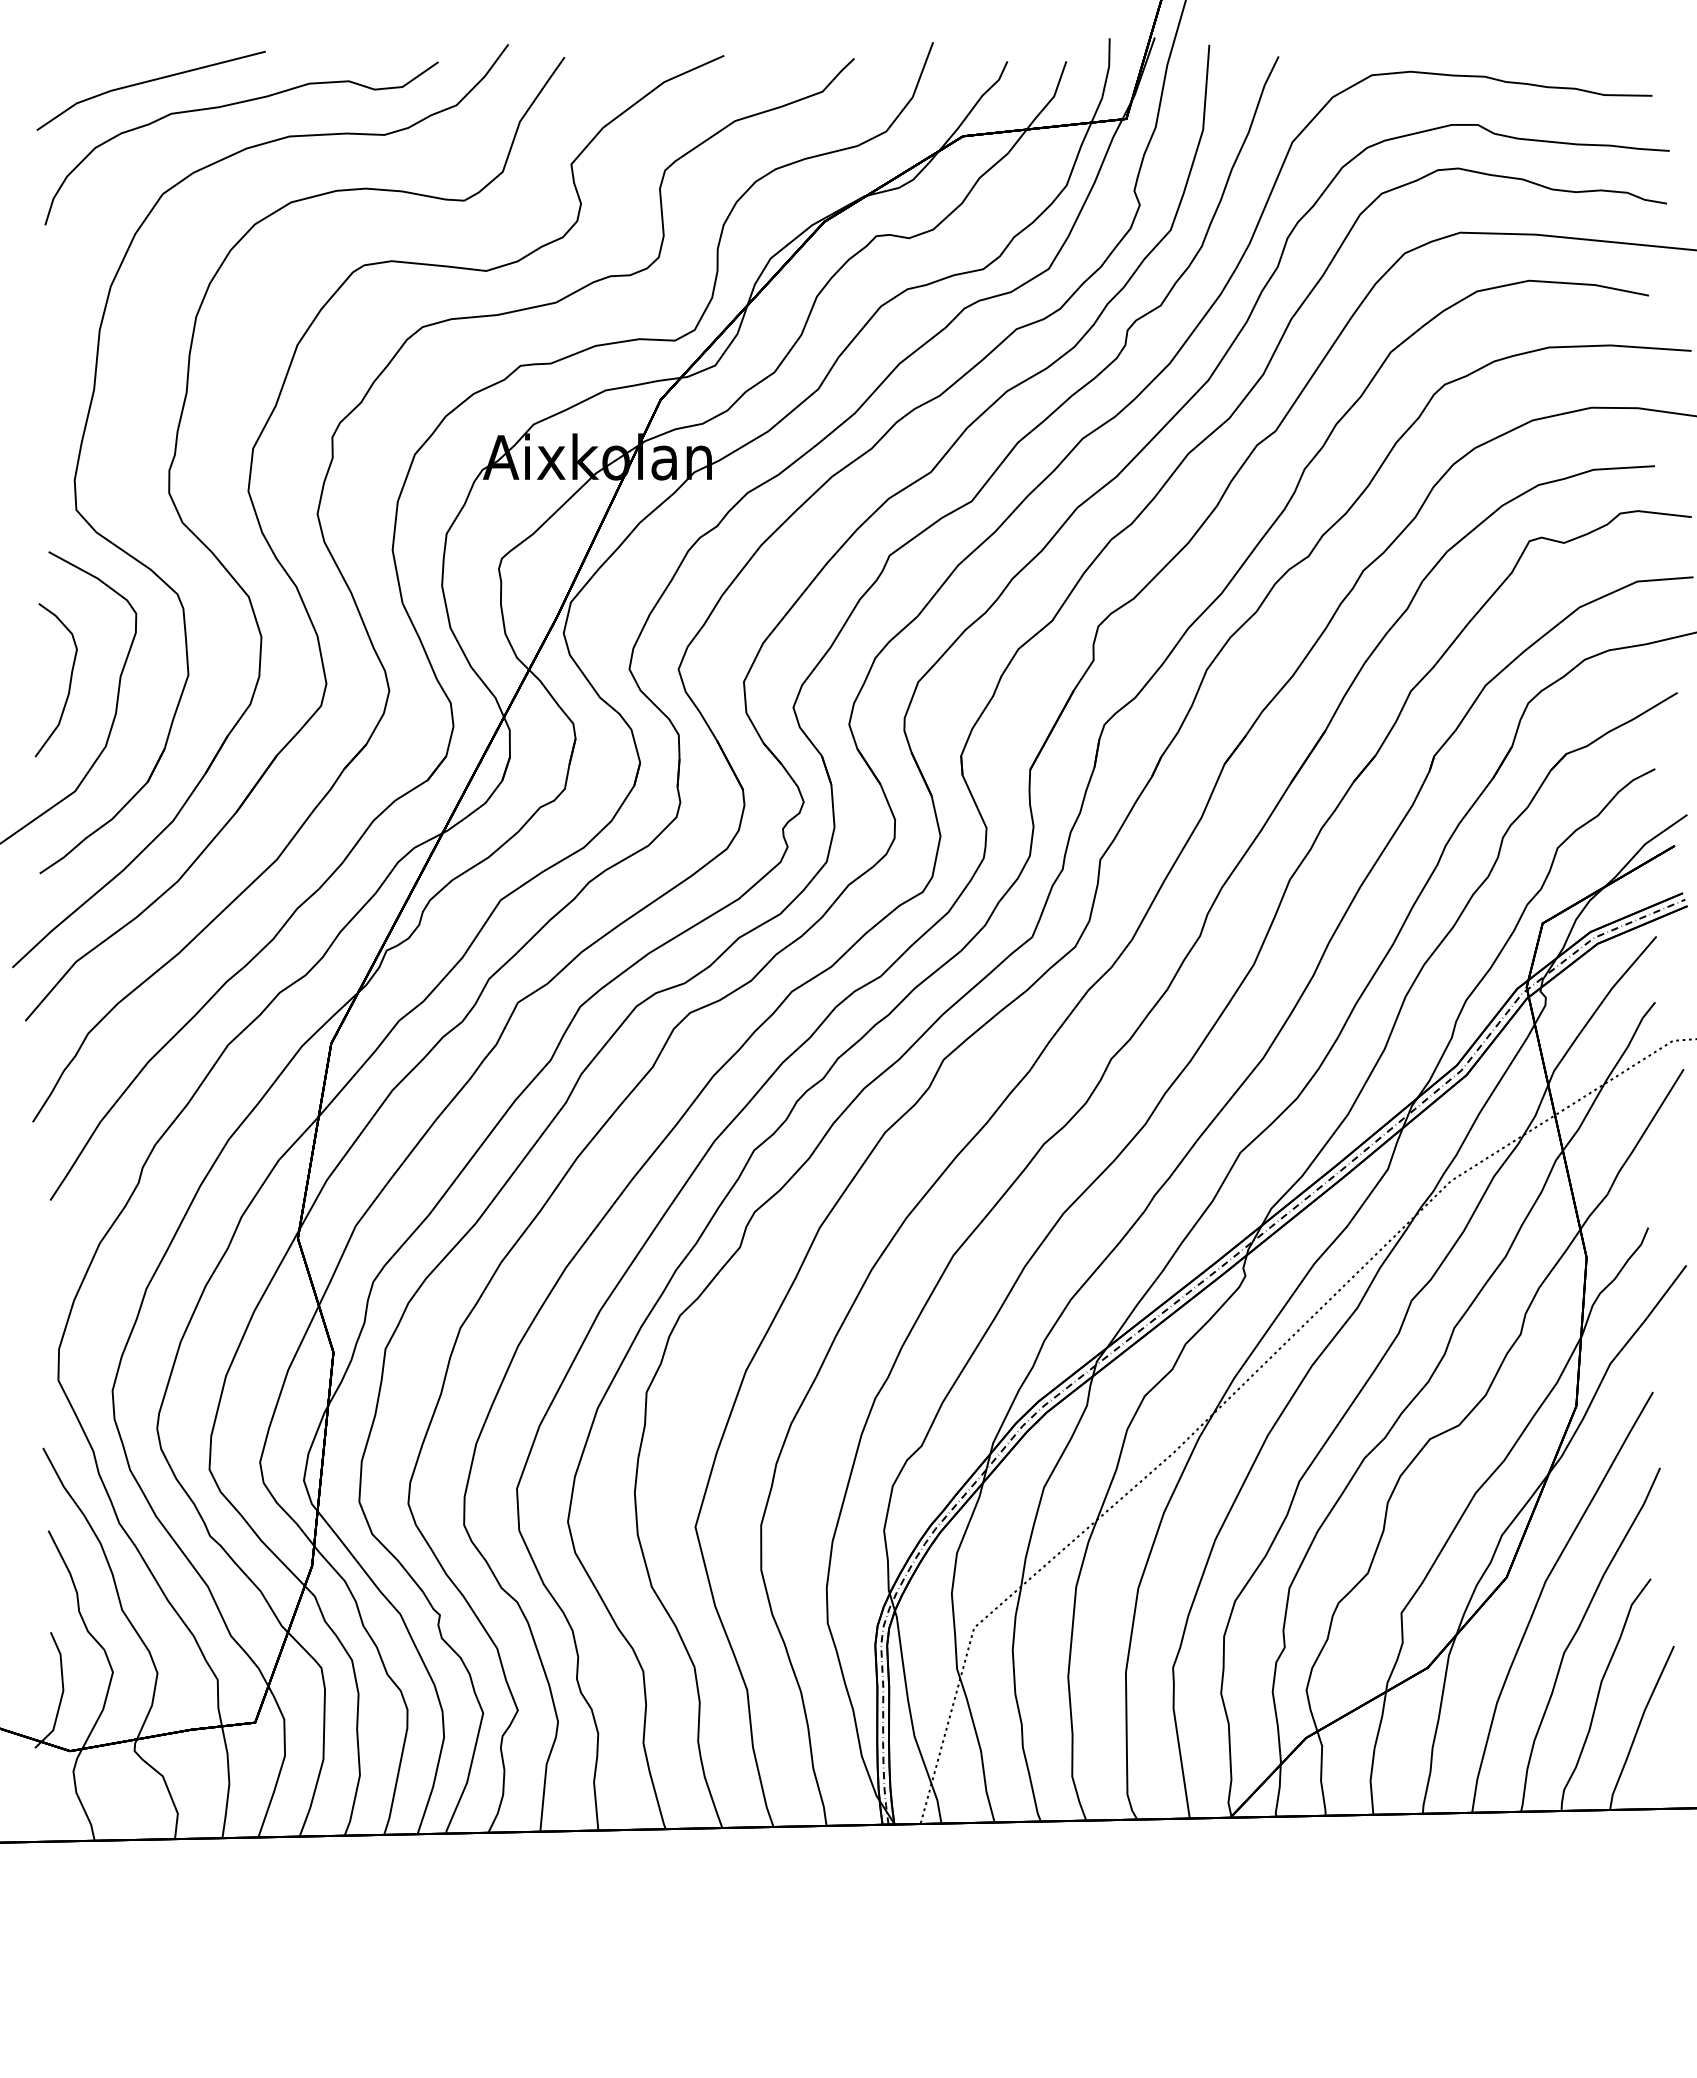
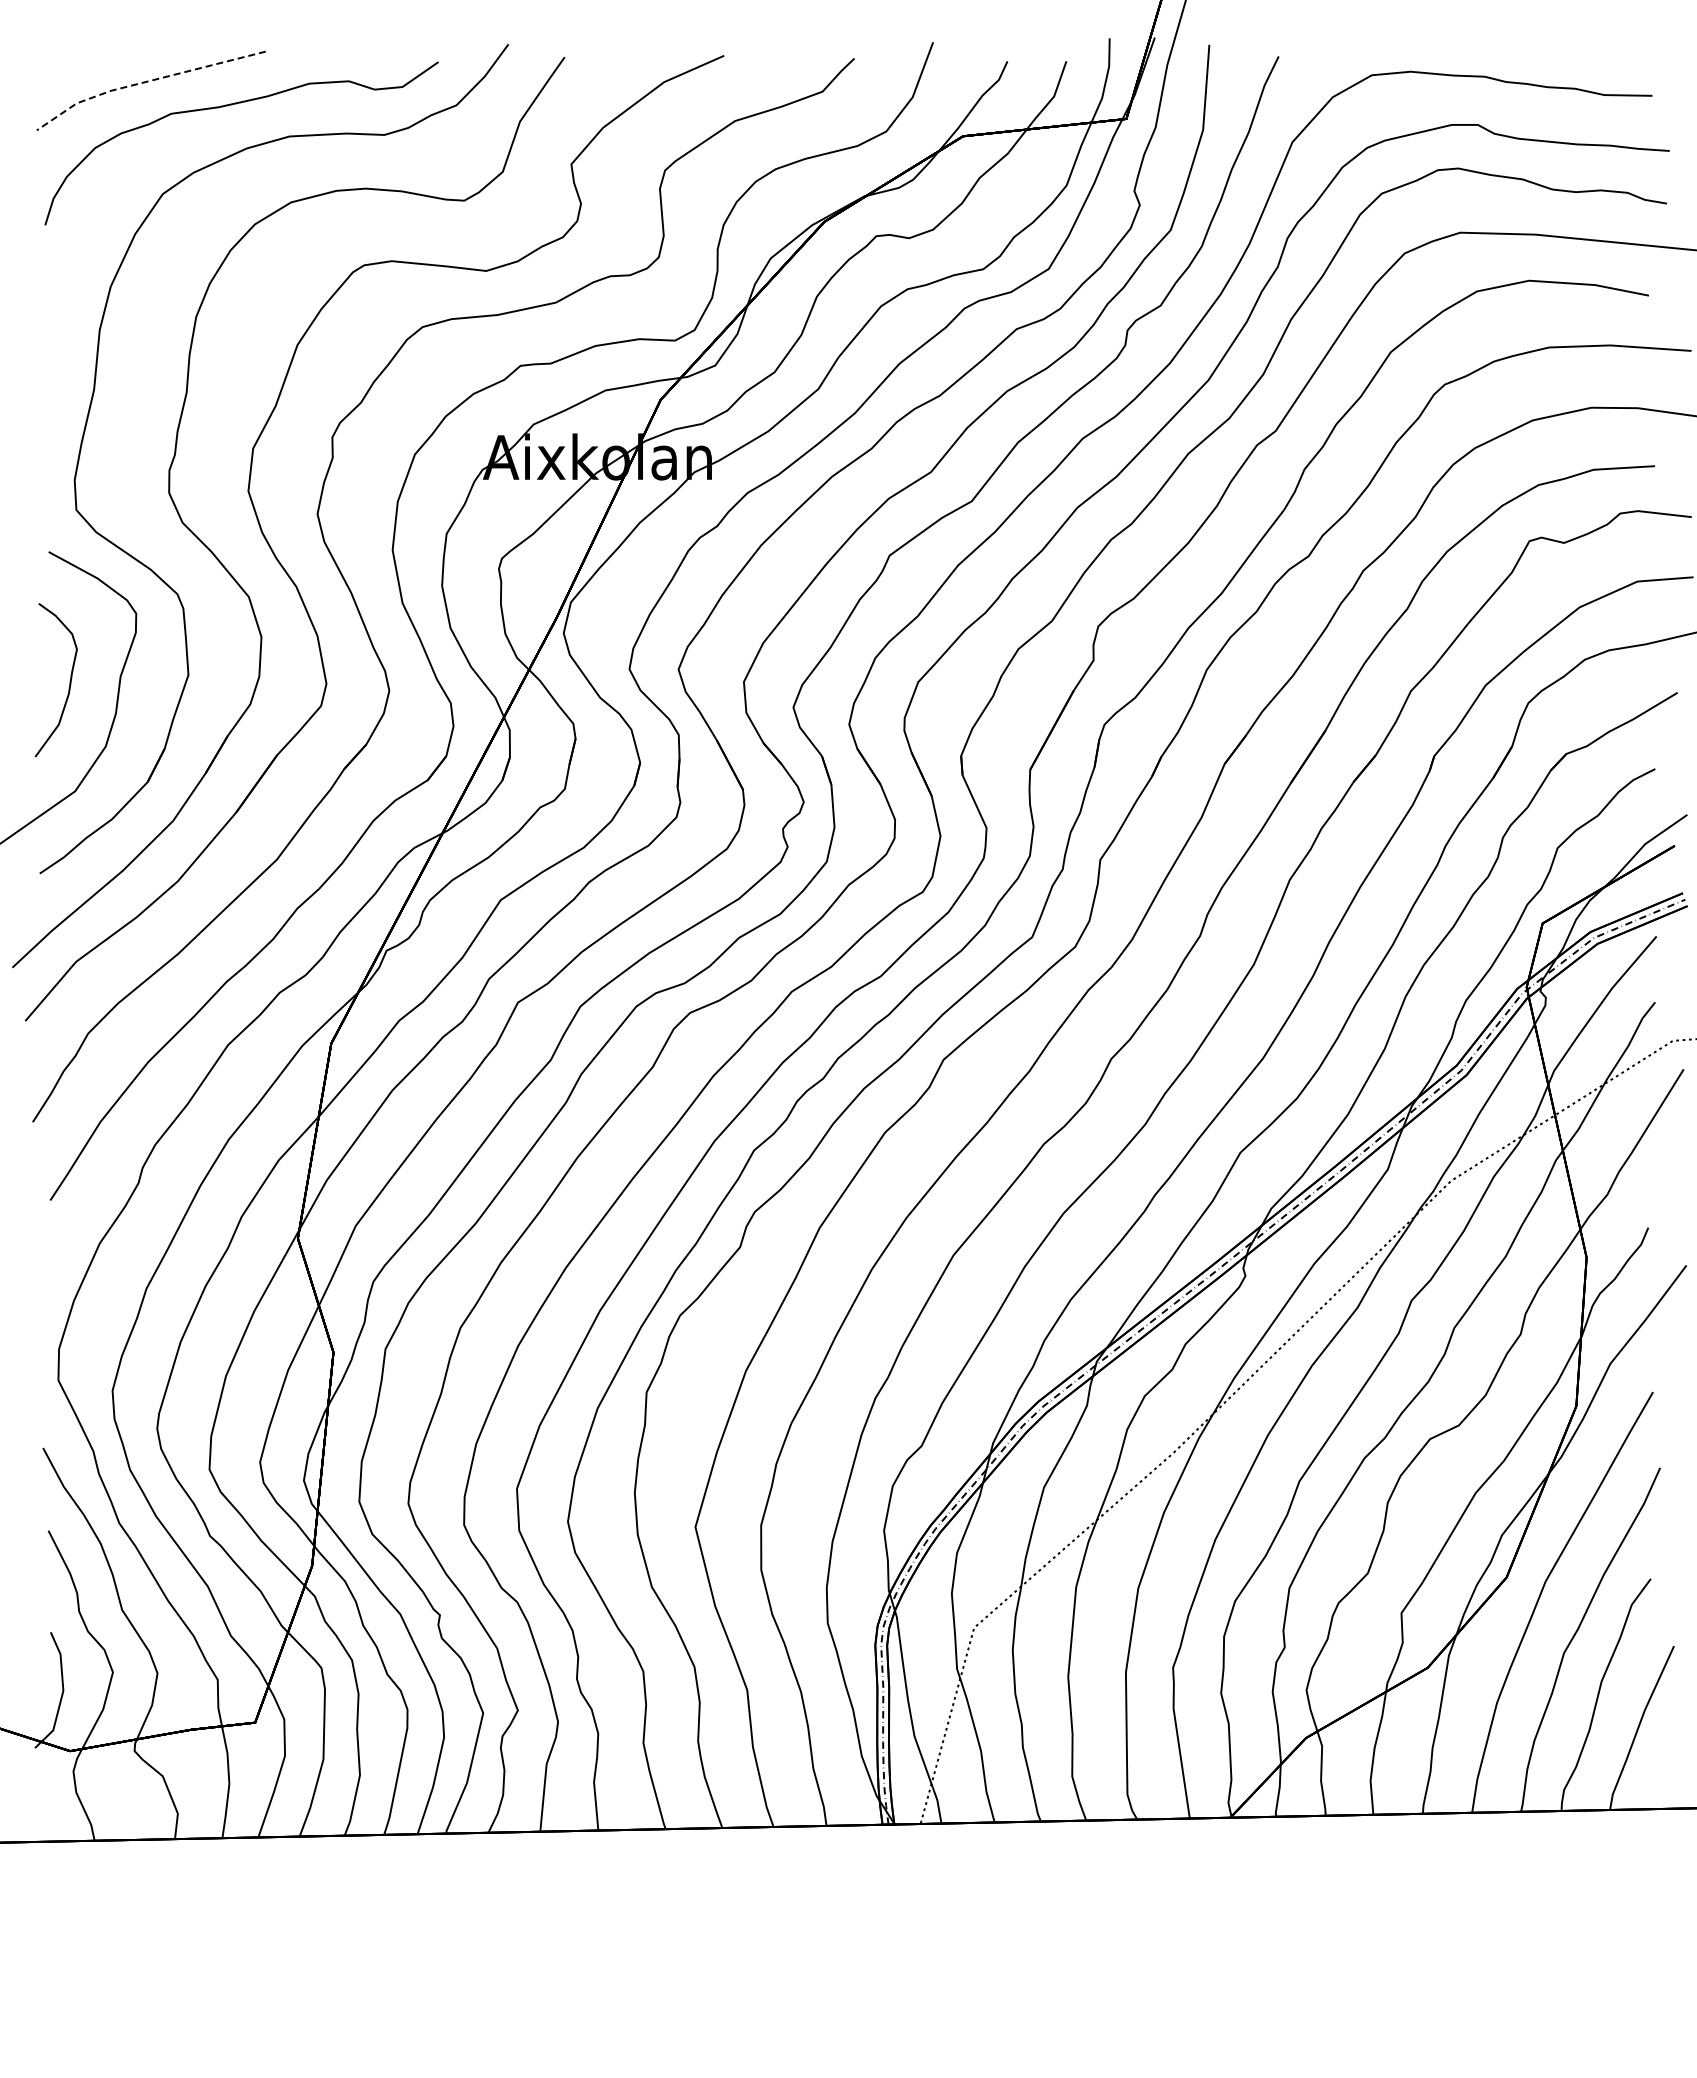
line at (145, 82): solid -> dashed
